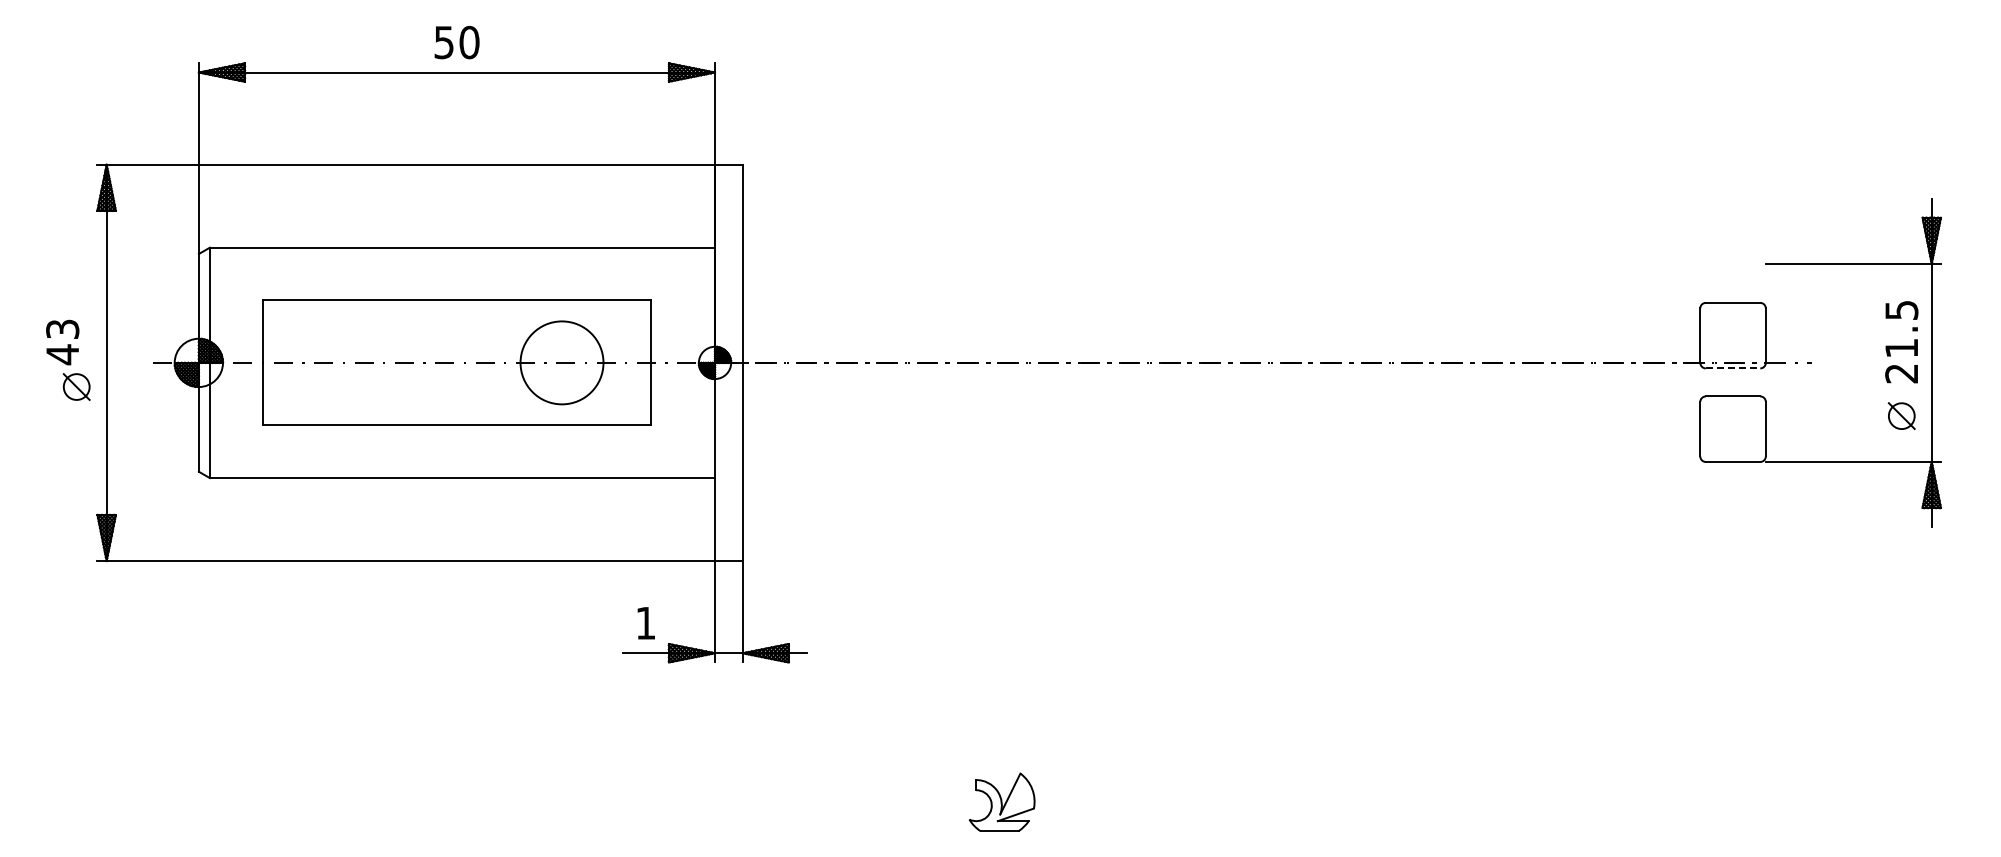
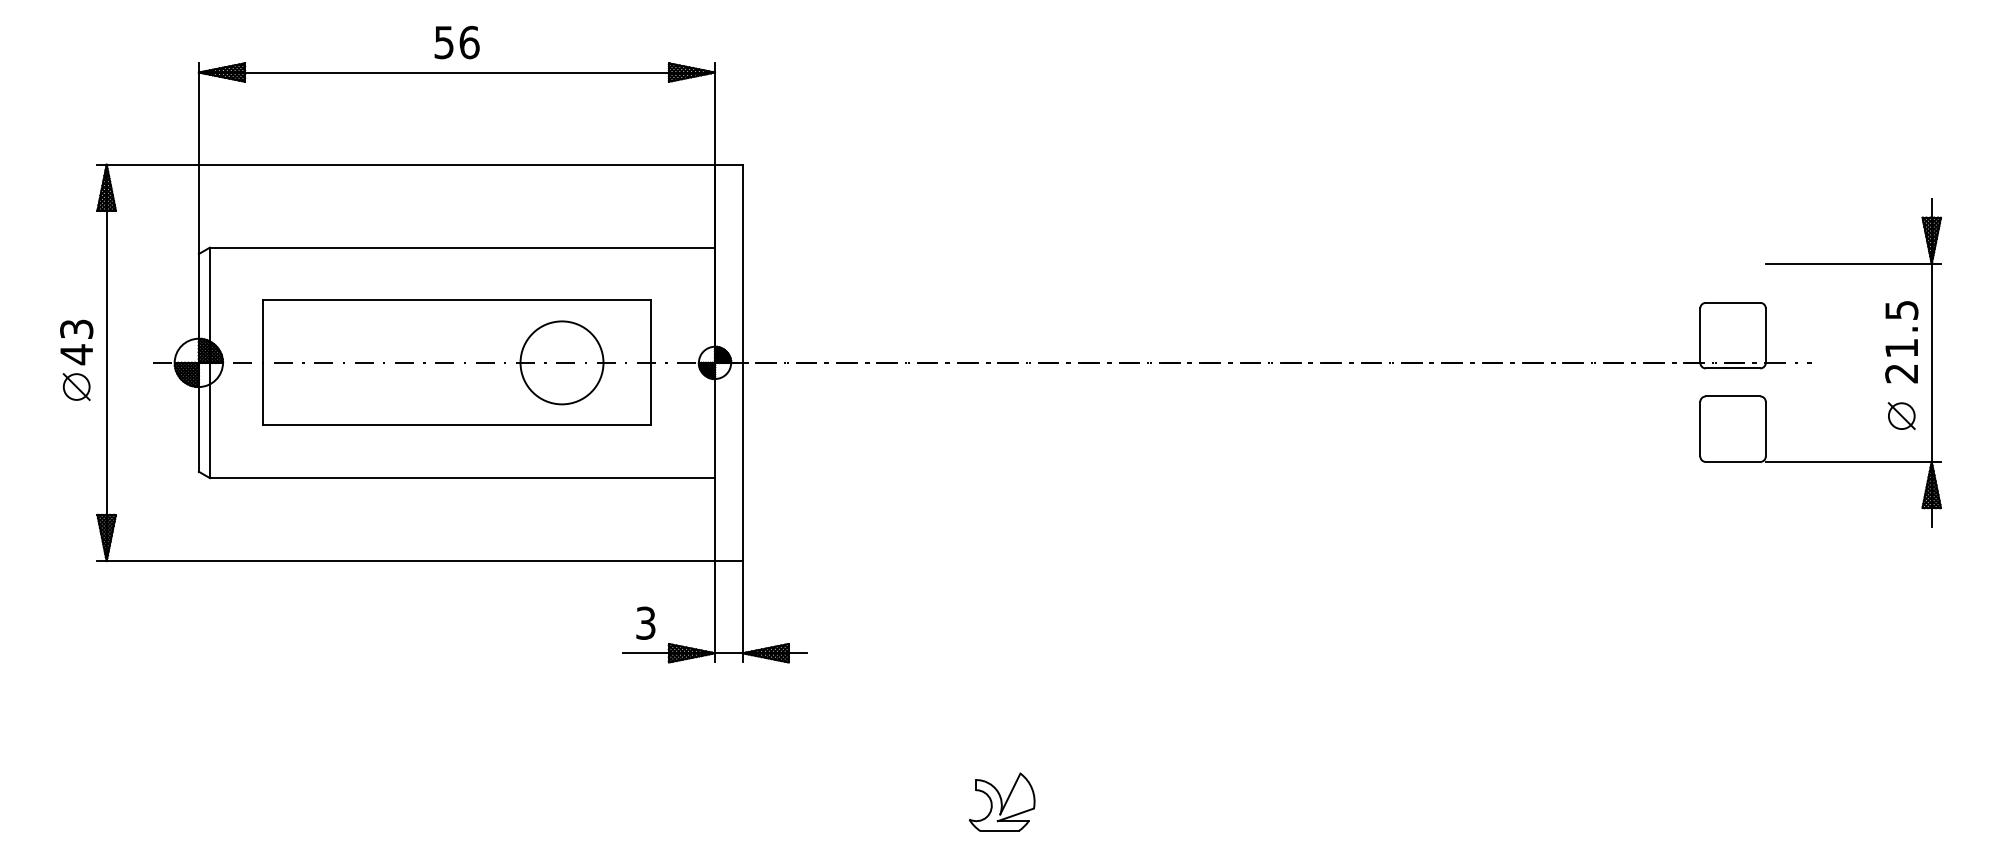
text at (469, 42): 50 -> 56
text at (62, 342) position: (62, 342) -> (76, 342)
line at (1733, 368): dashed -> solid
text at (645, 622): 1 -> 3
